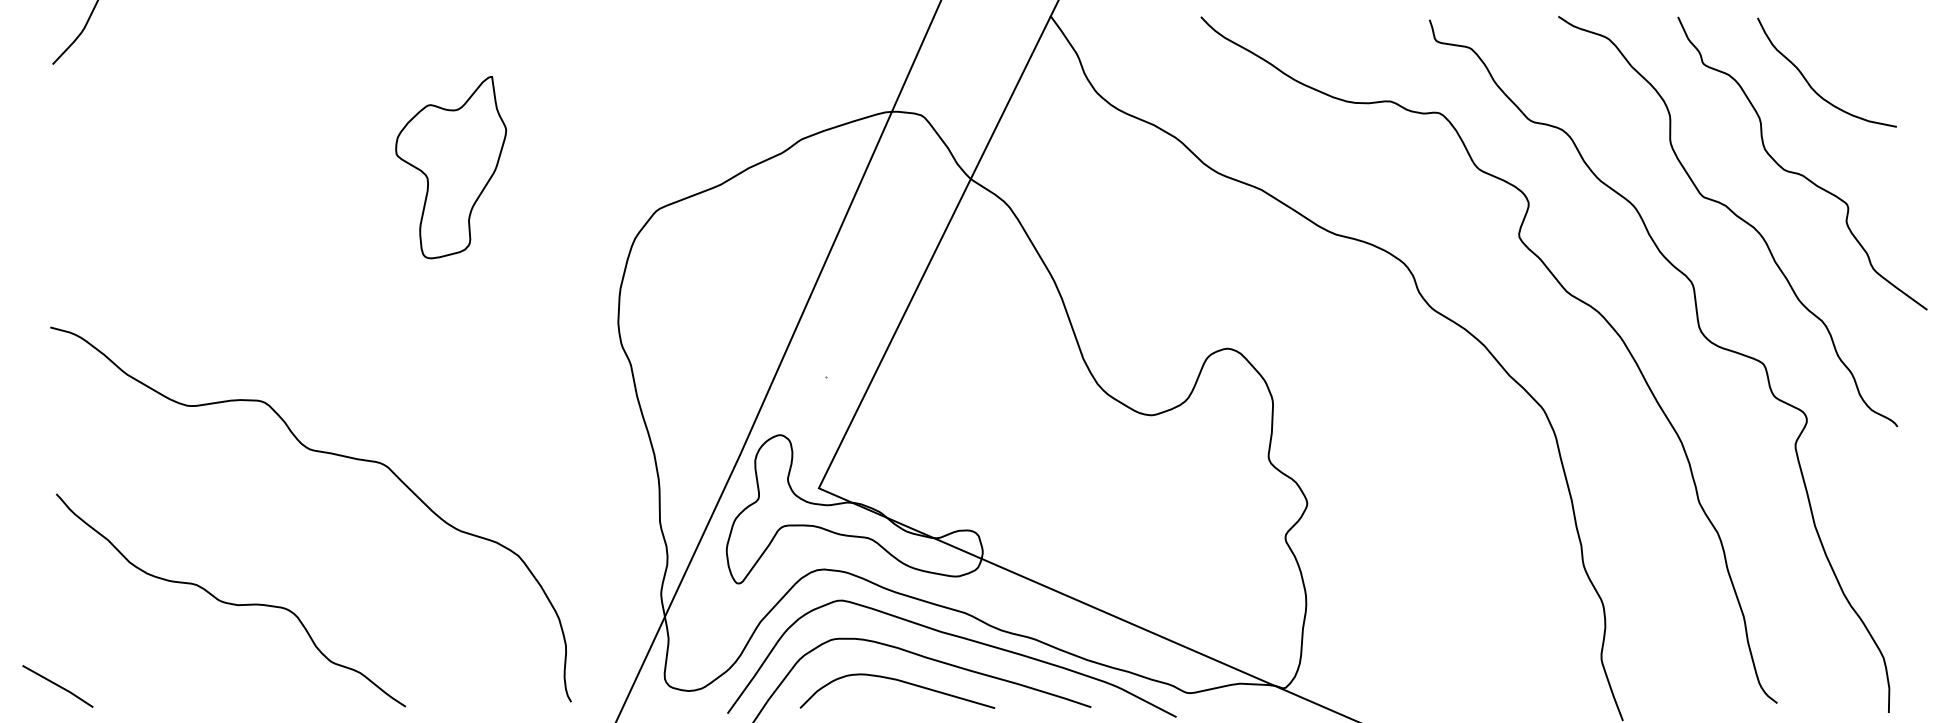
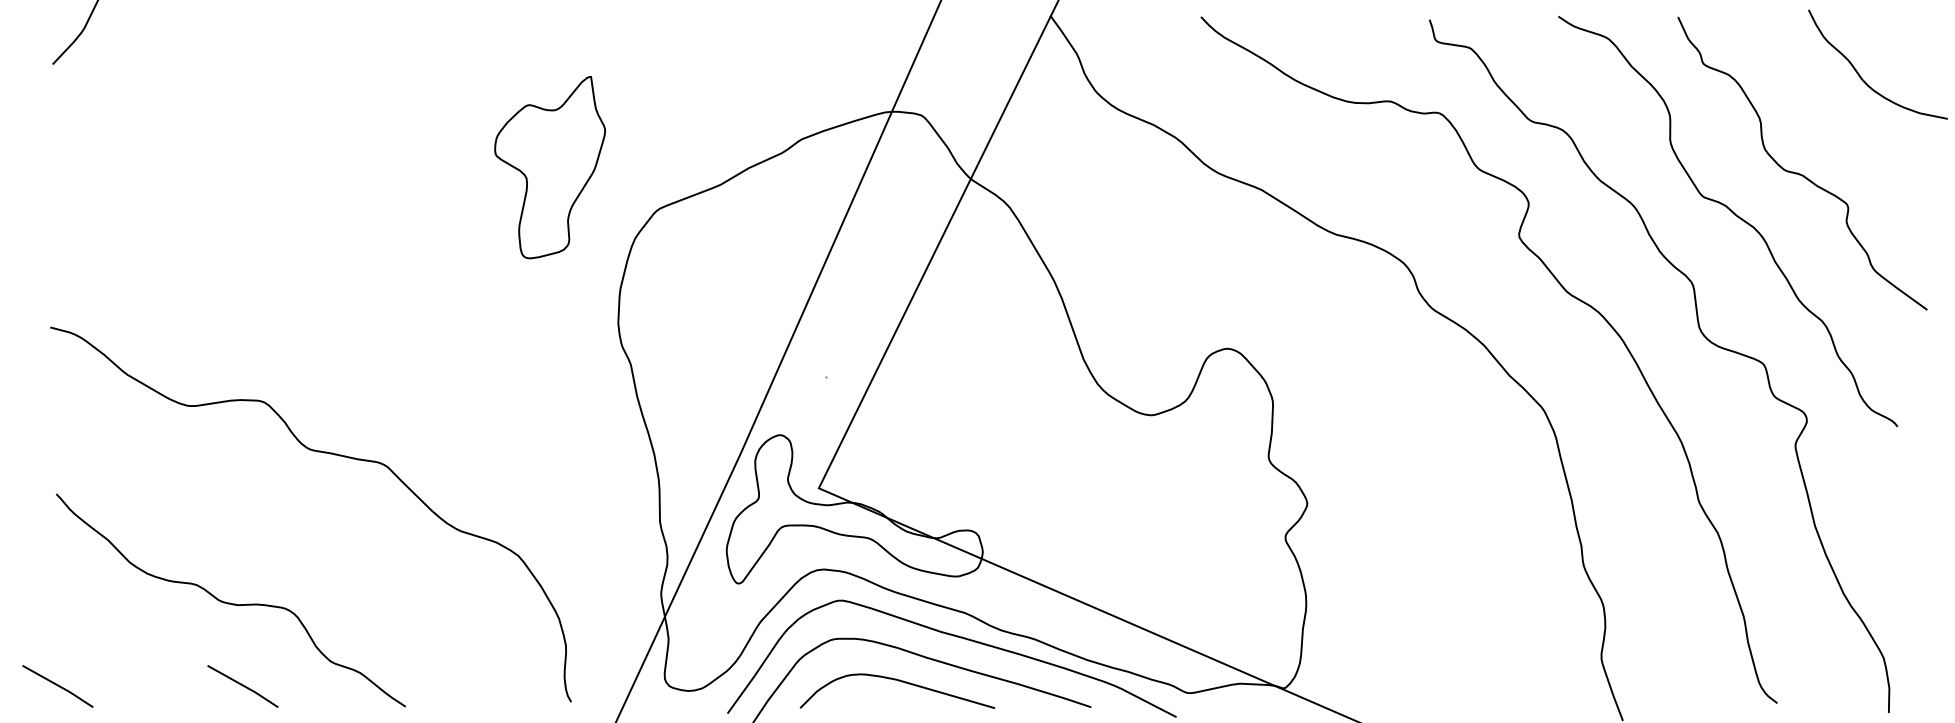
curve at (1810, 84) position: (1810, 84) -> (1861, 76)
part at (450, 167) position: (450, 167) -> (549, 167)
line at (242, 686): none -> present
